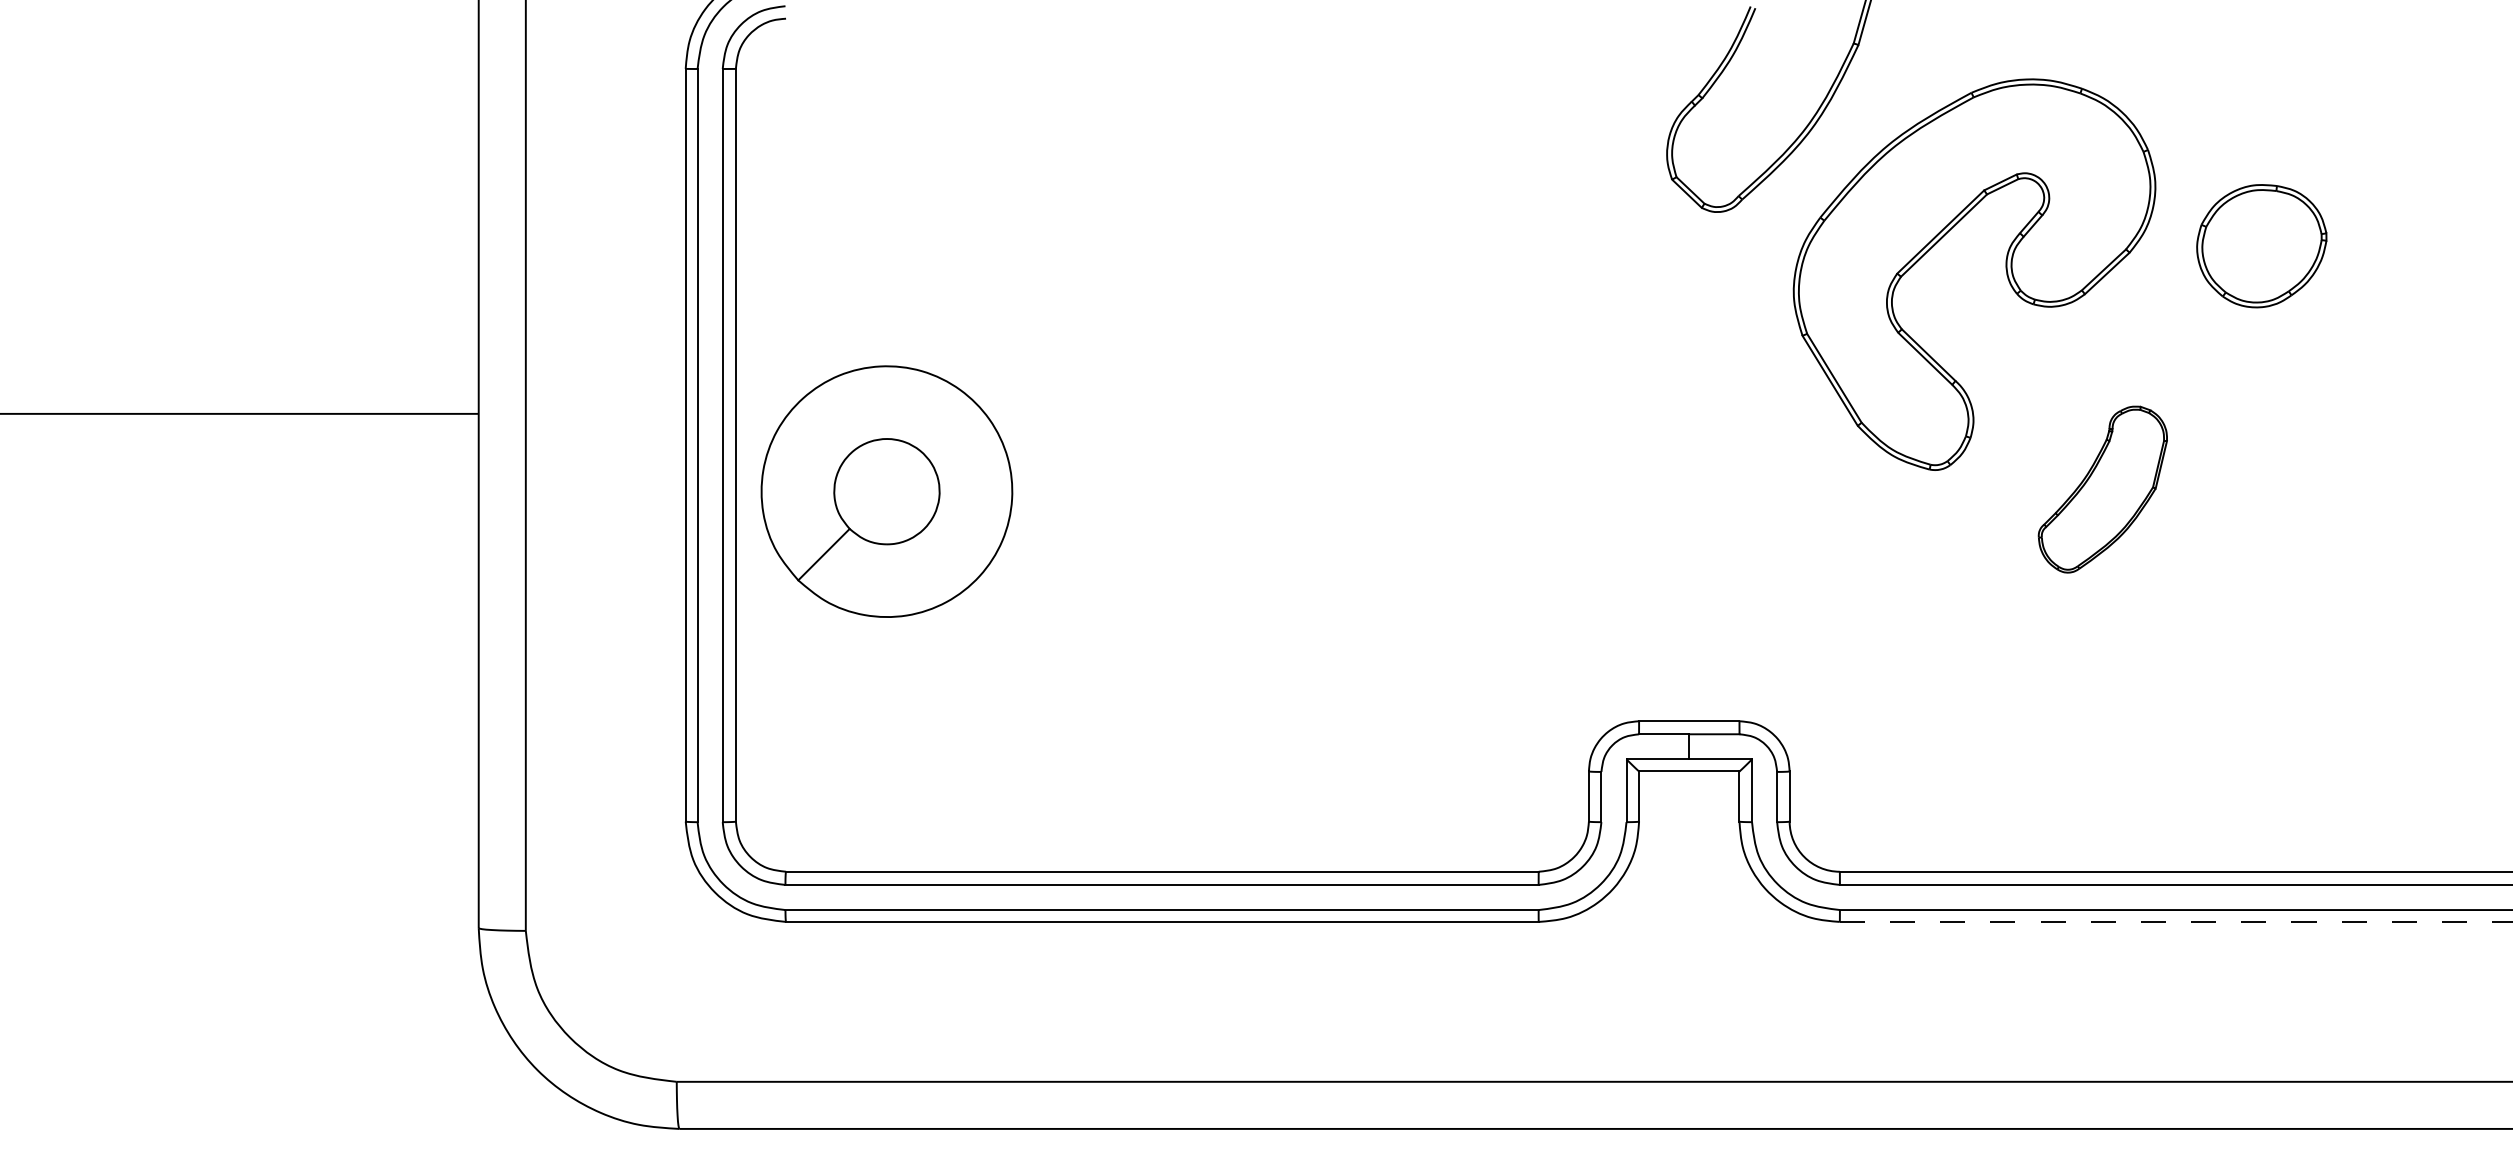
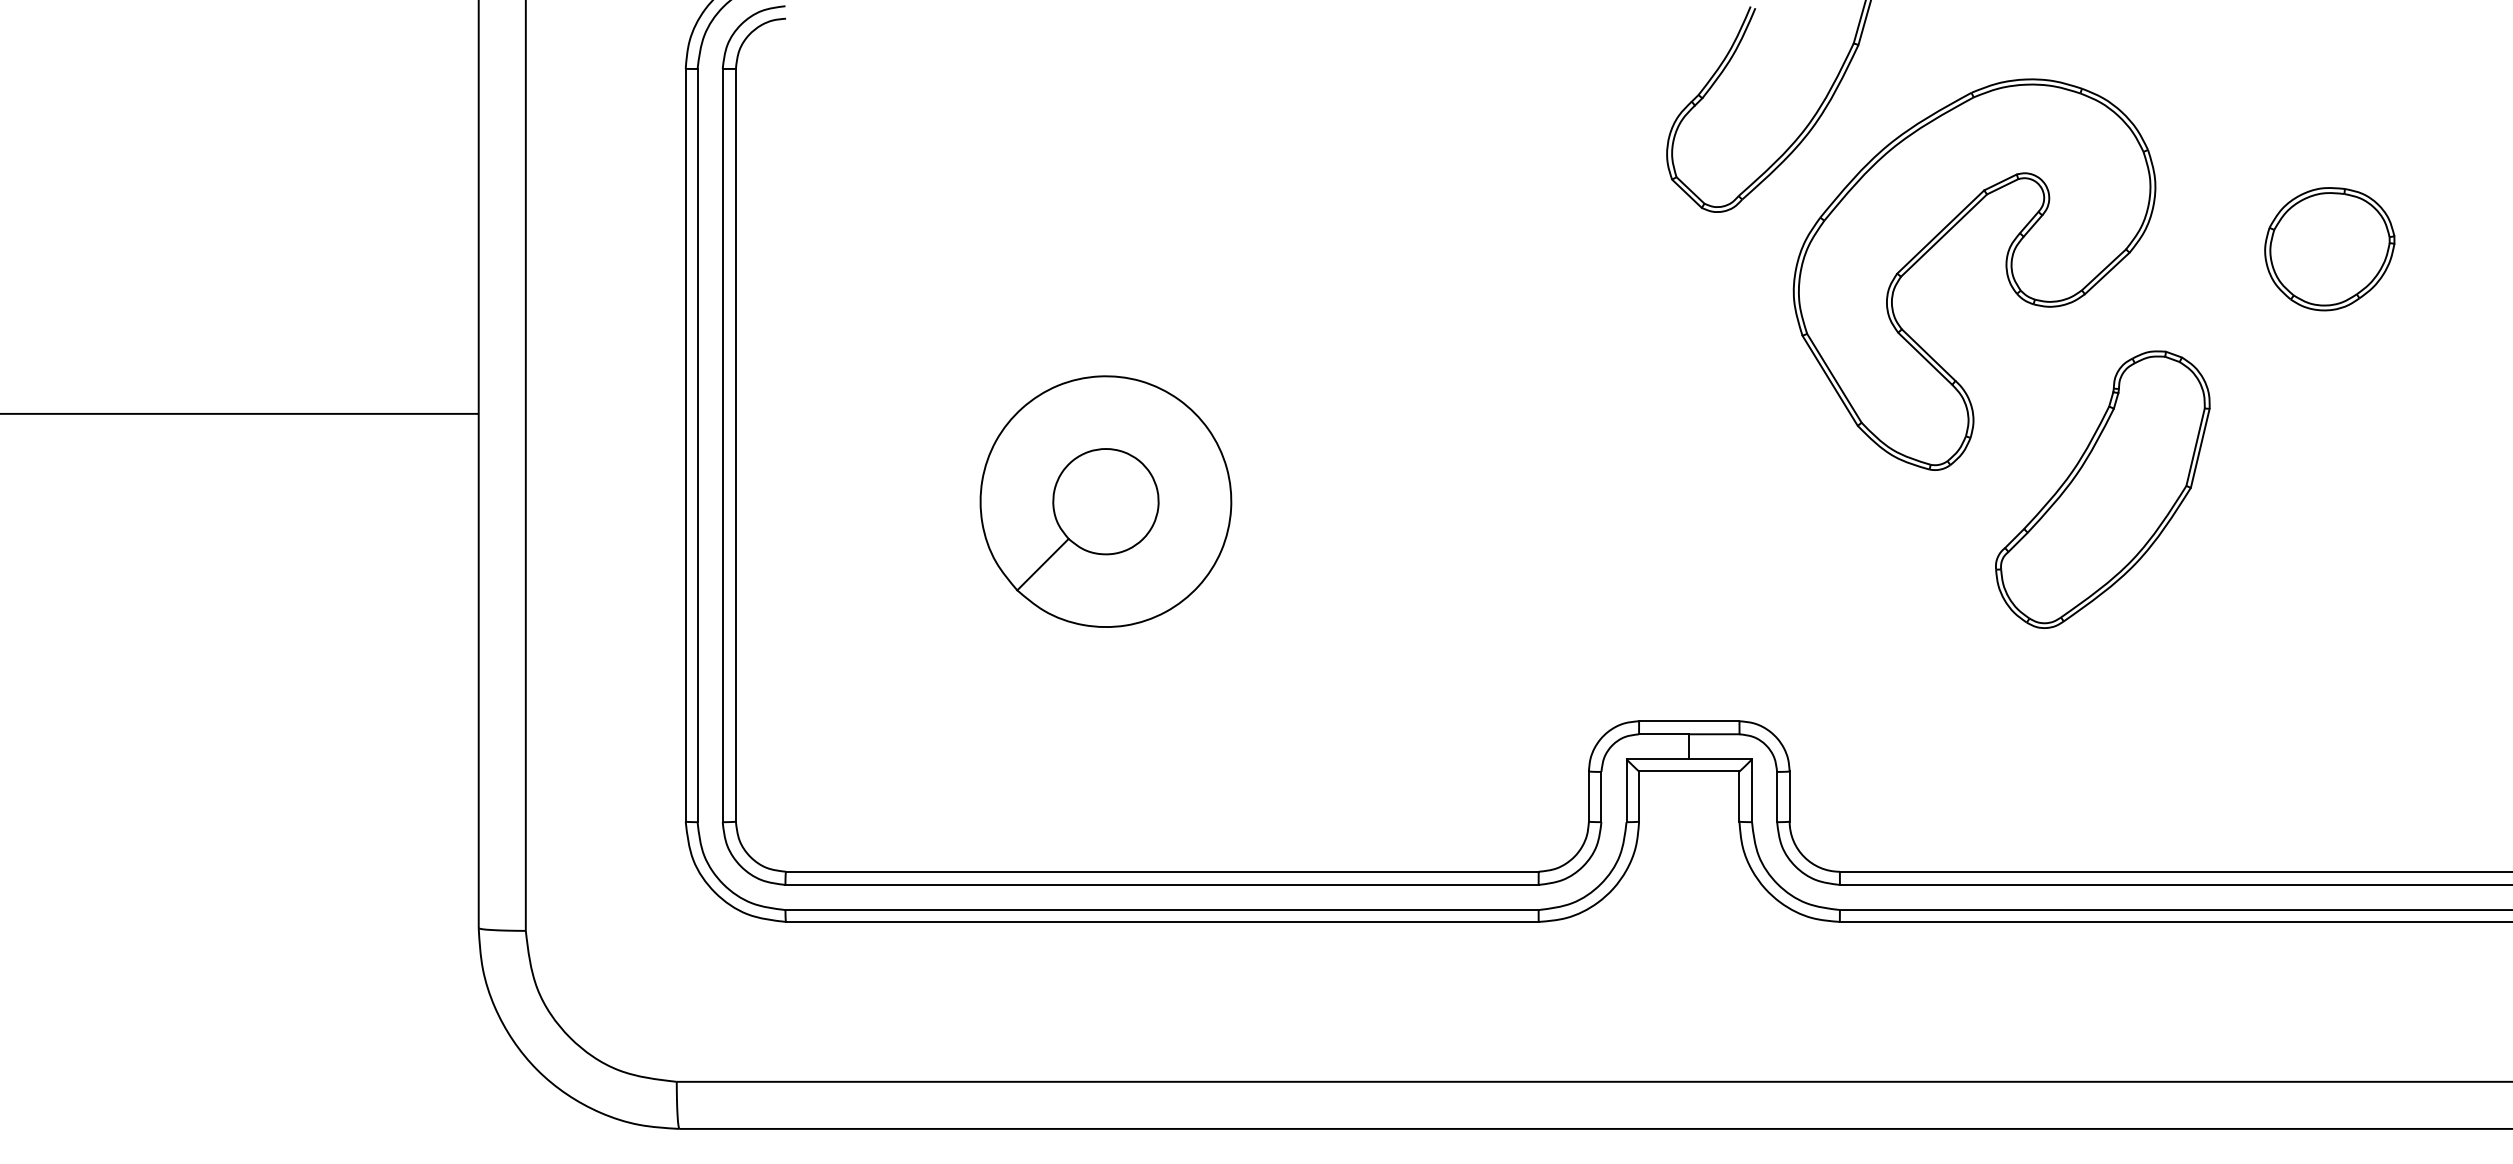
part at (2261, 246) position: (2261, 246) -> (2329, 249)
part at (2102, 489) size: 131x169 px -> 216x279 px
part at (886, 491) position: (886, 491) -> (1105, 501)
line at (2176, 921): dashed -> solid
